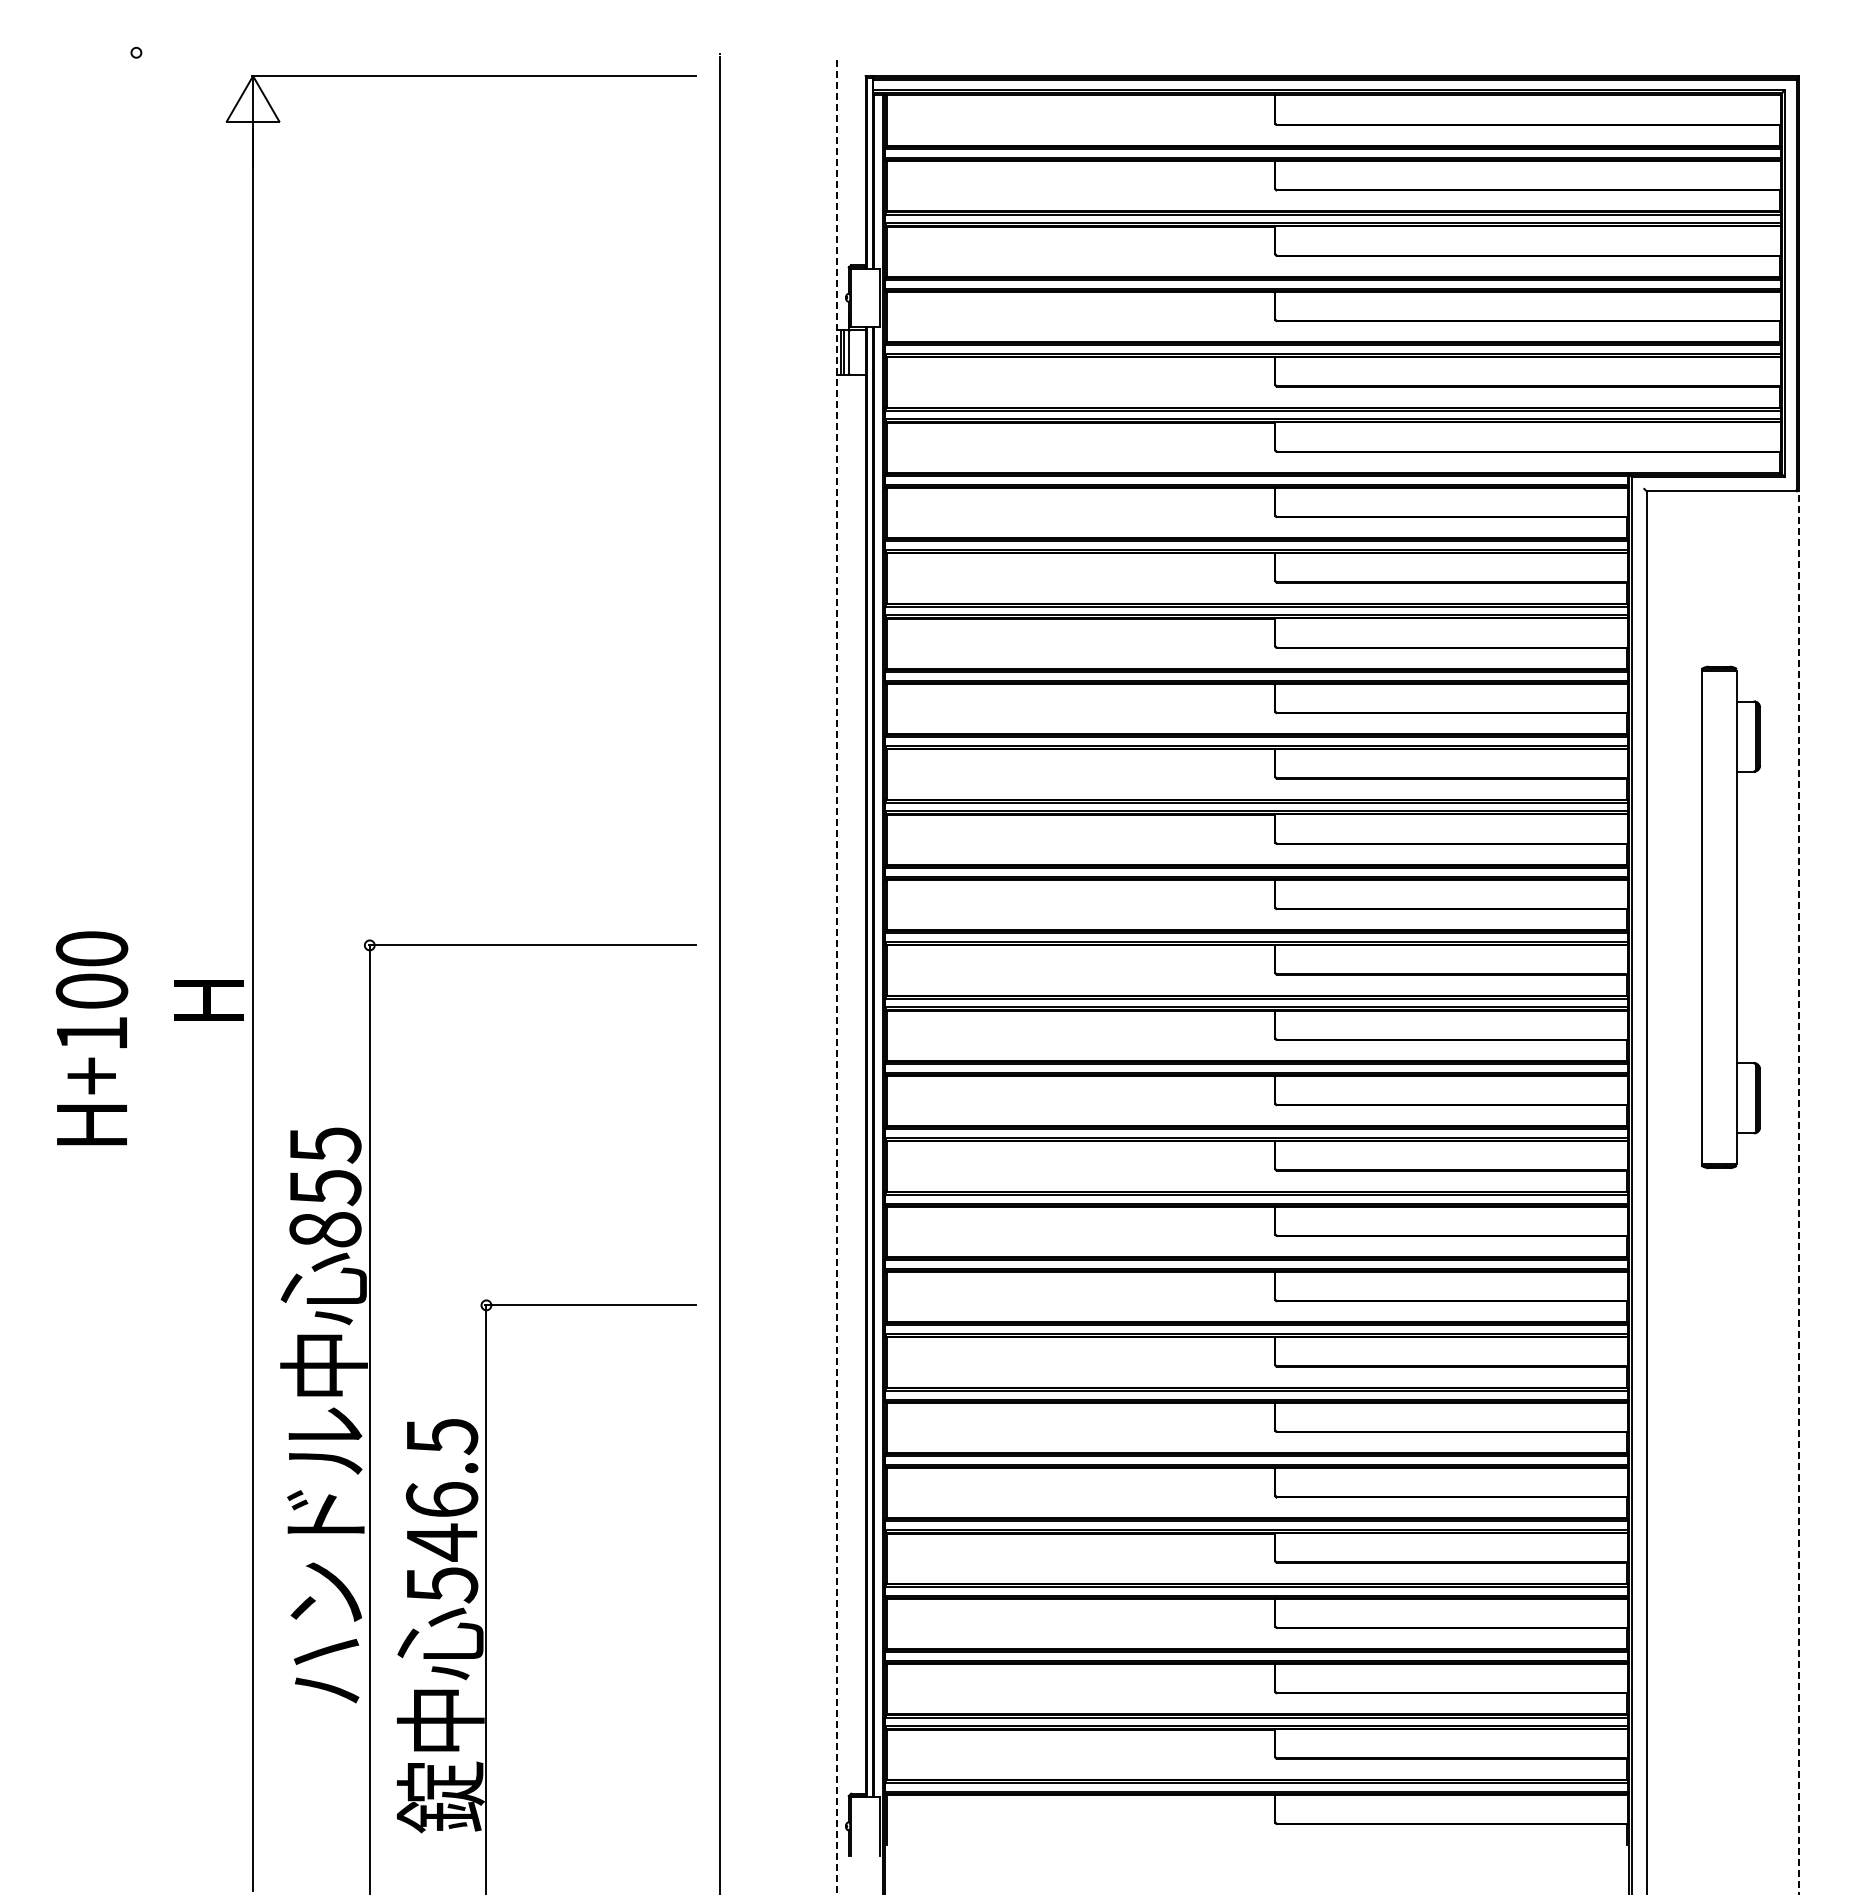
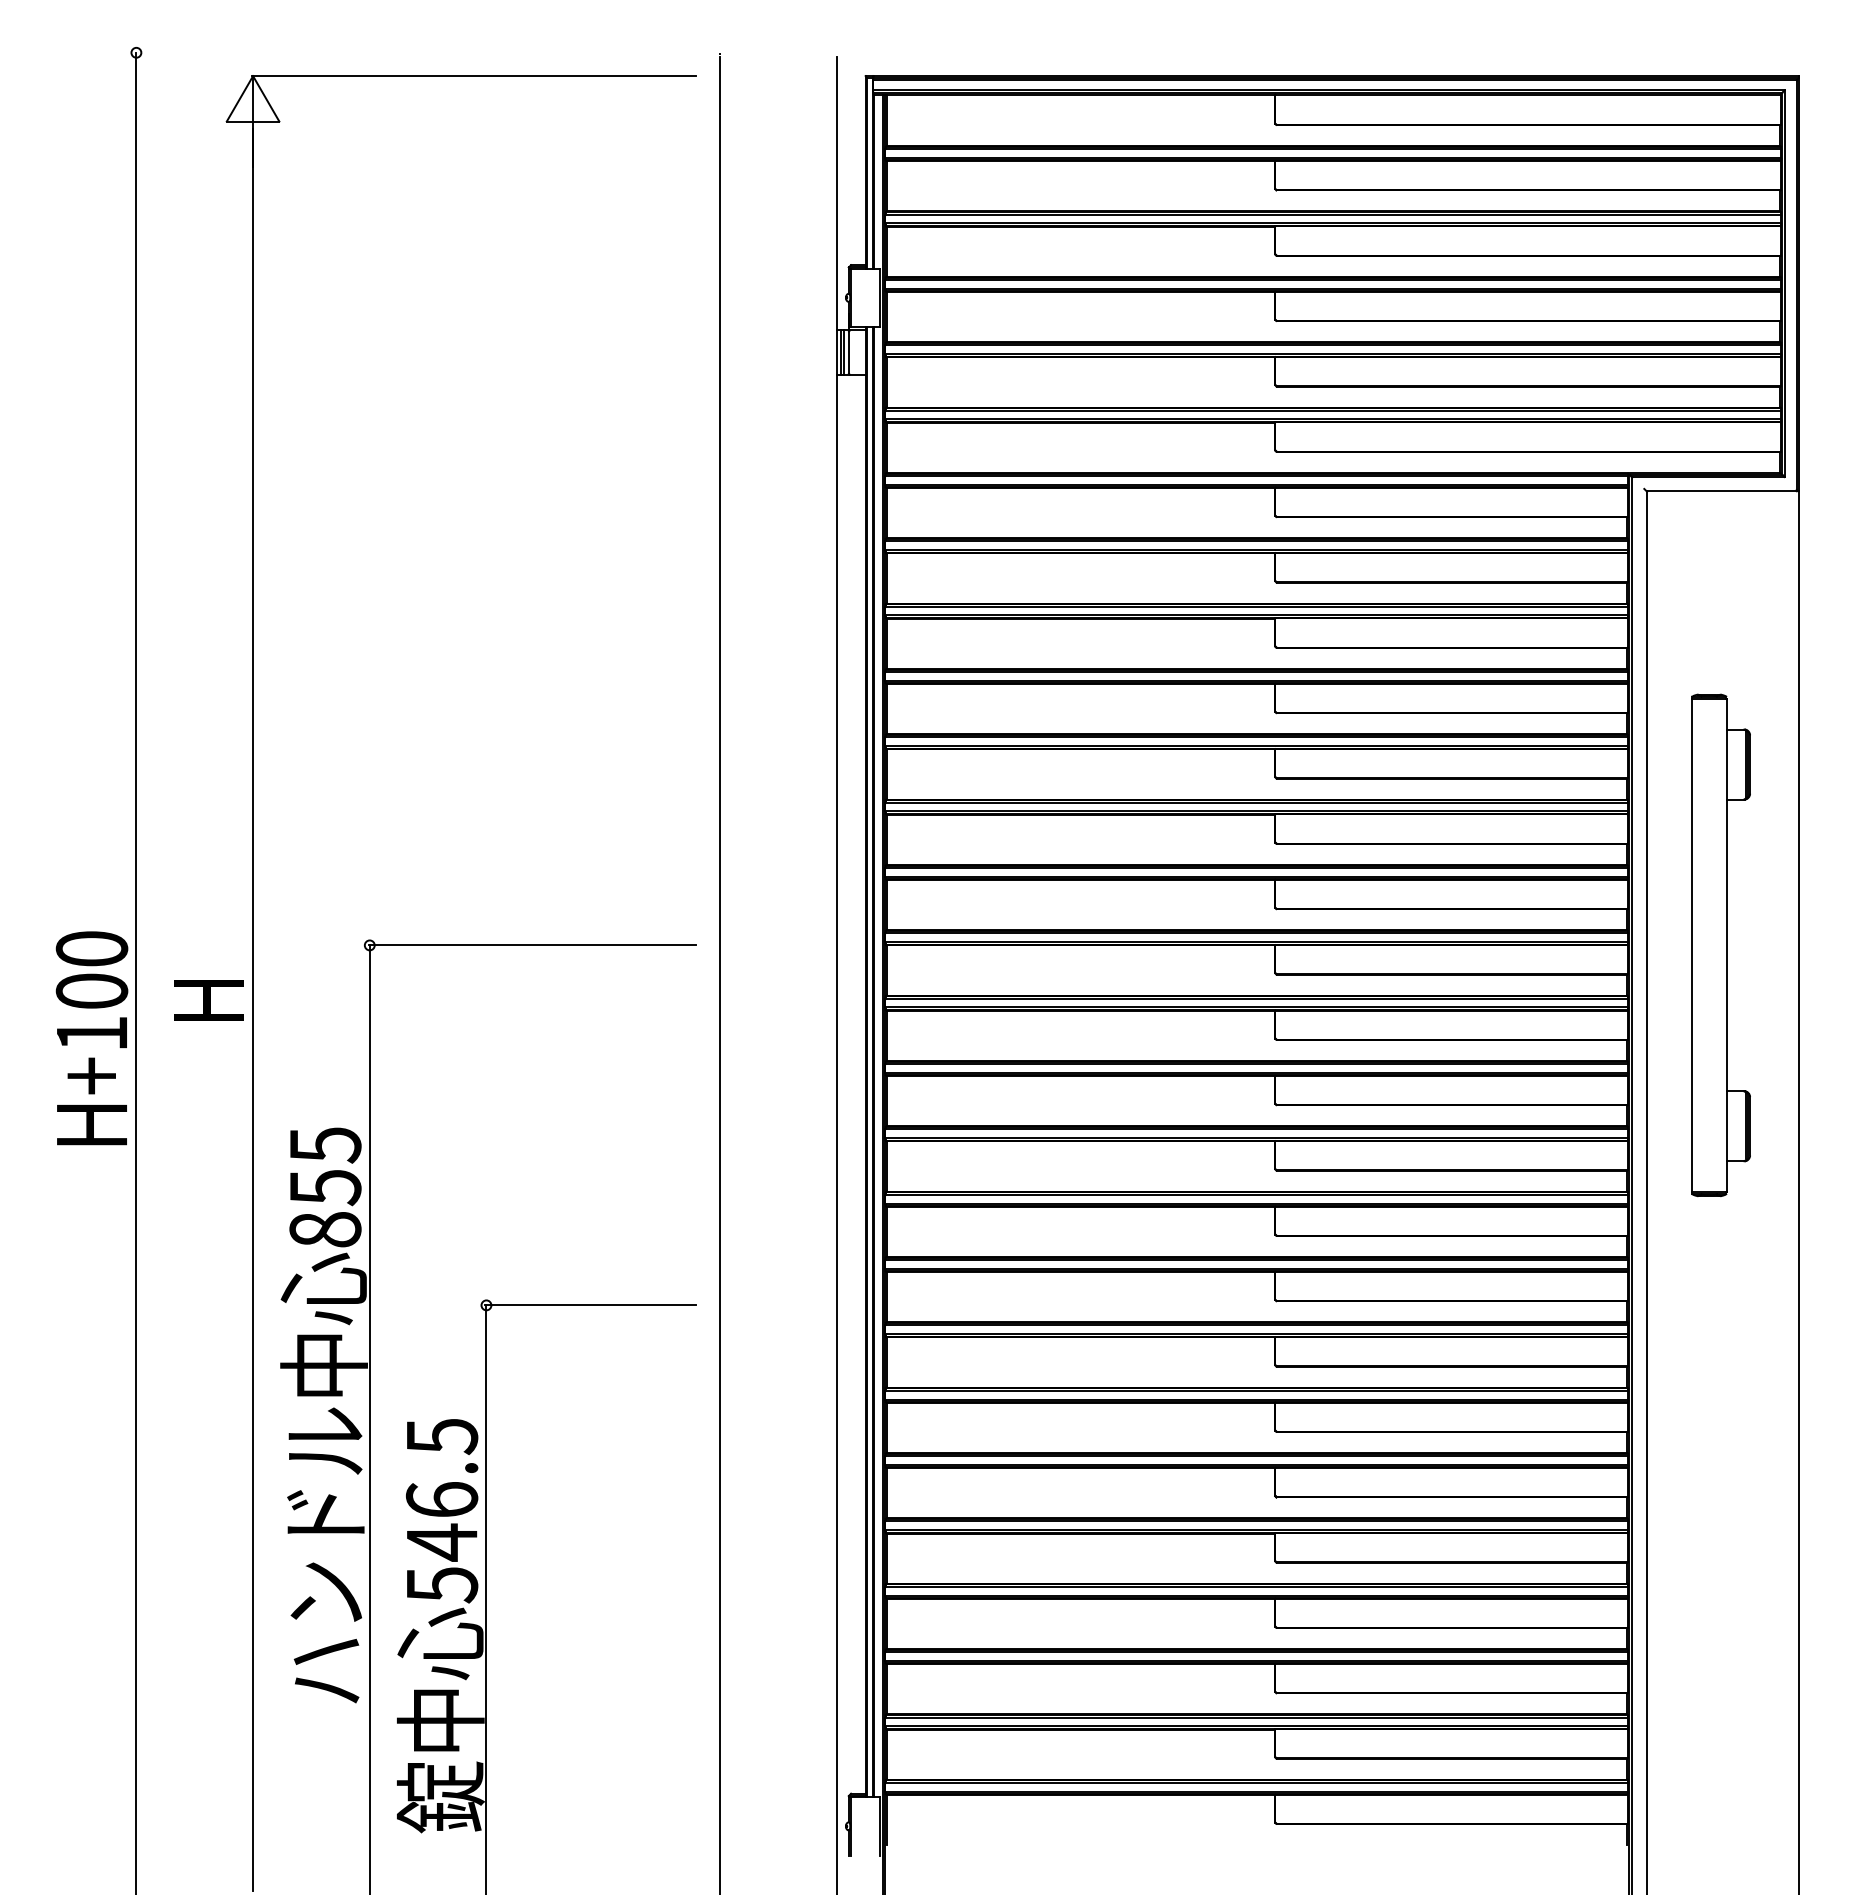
part at (1730, 917) position: (1730, 917) -> (1720, 945)
line at (136, 971): none -> present
line at (836, 975): dashed -> solid
line at (1799, 1192): dashed -> solid
